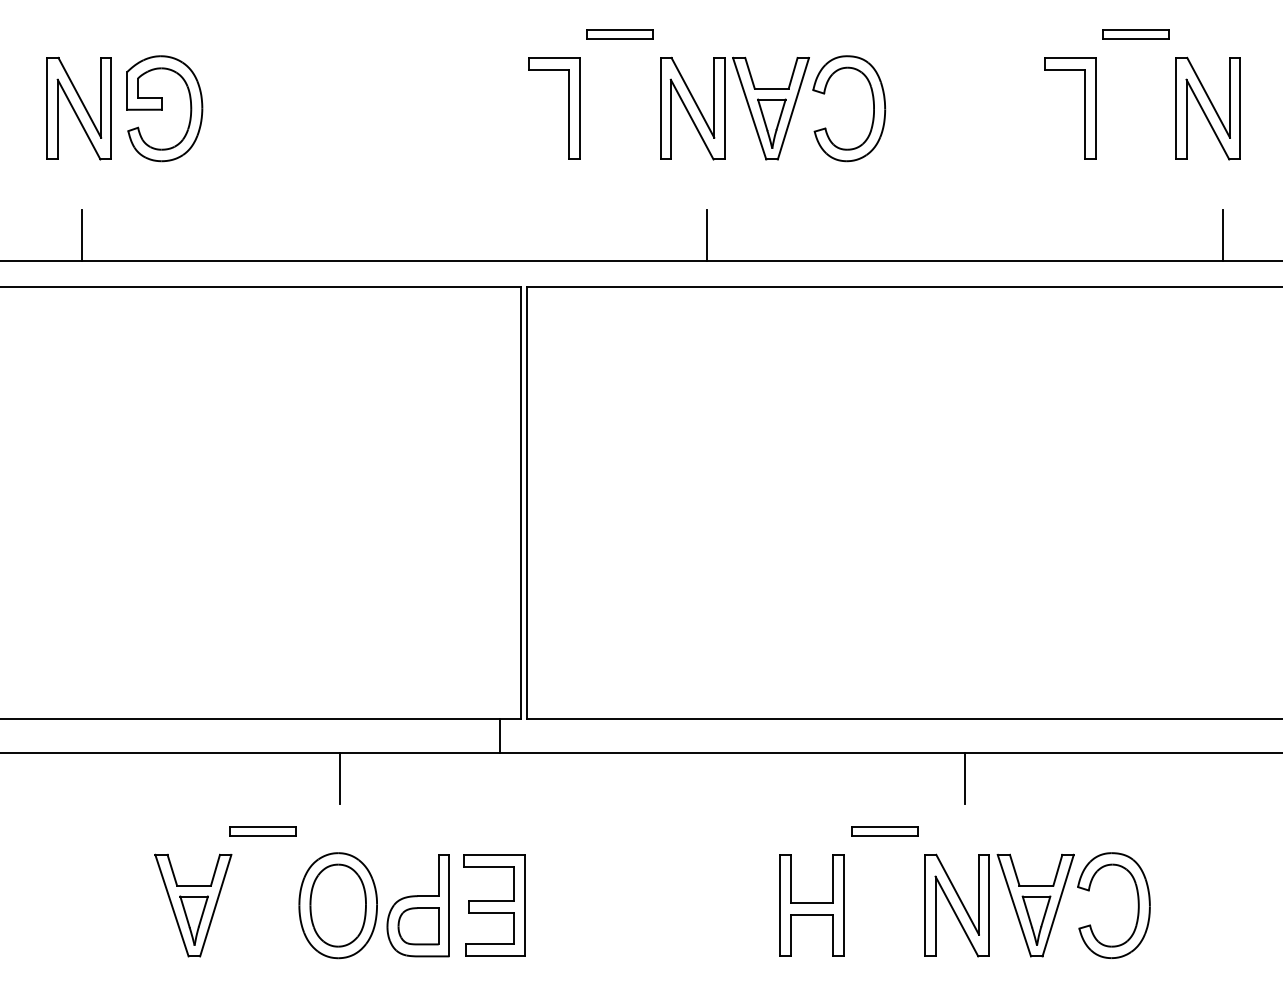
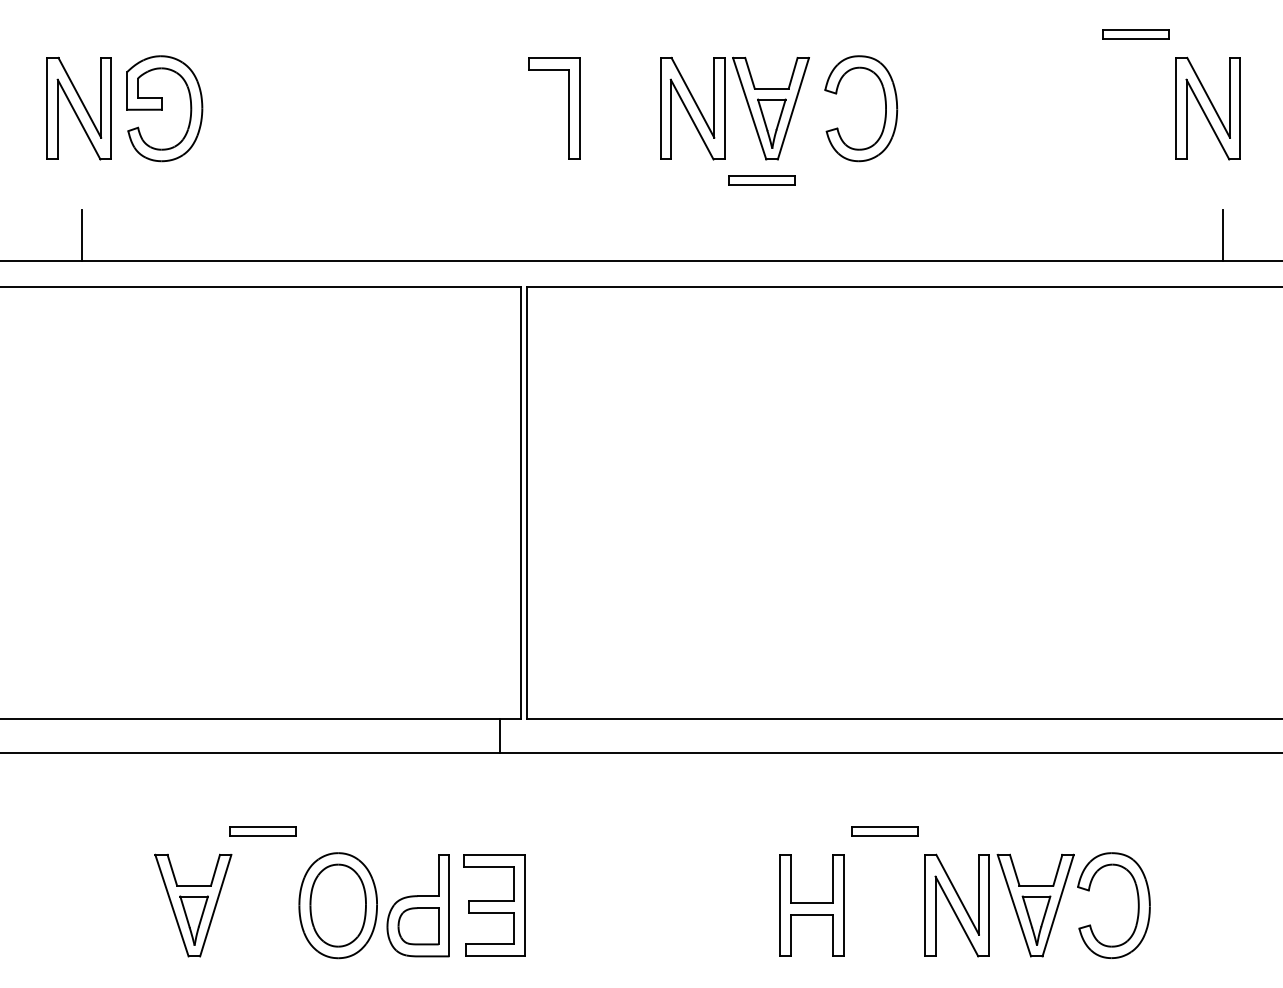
part at (619, 34) position: (619, 34) -> (761, 180)
part at (873, 108) position: (873, 108) -> (885, 108)
part at (1084, 108): present -> none
line at (707, 235): present -> none
line at (340, 778): present -> none
line at (965, 778): present -> none
